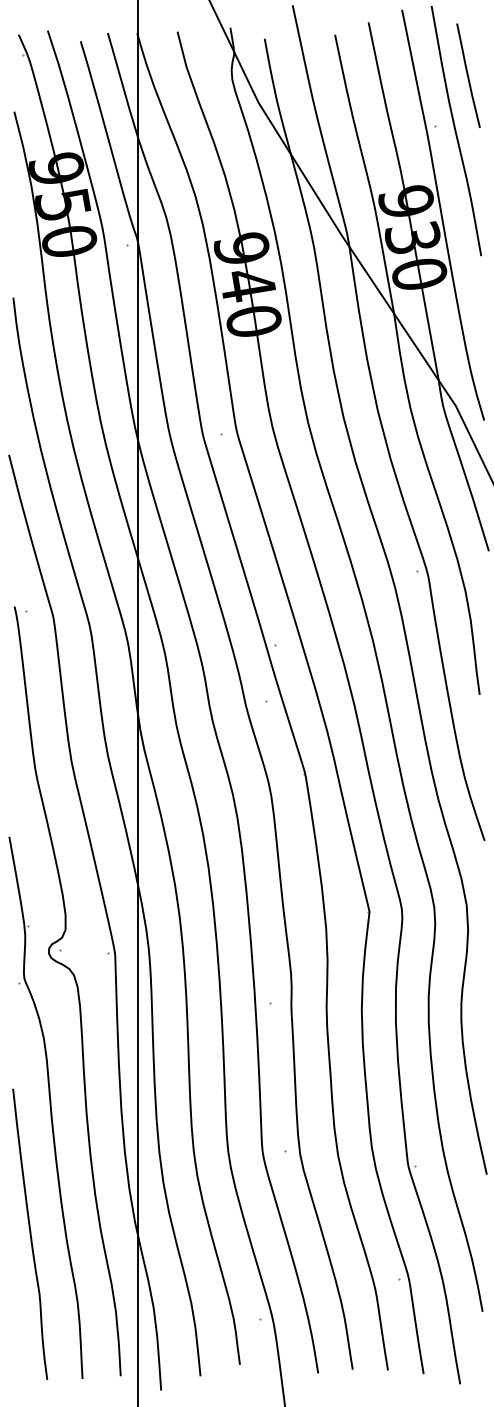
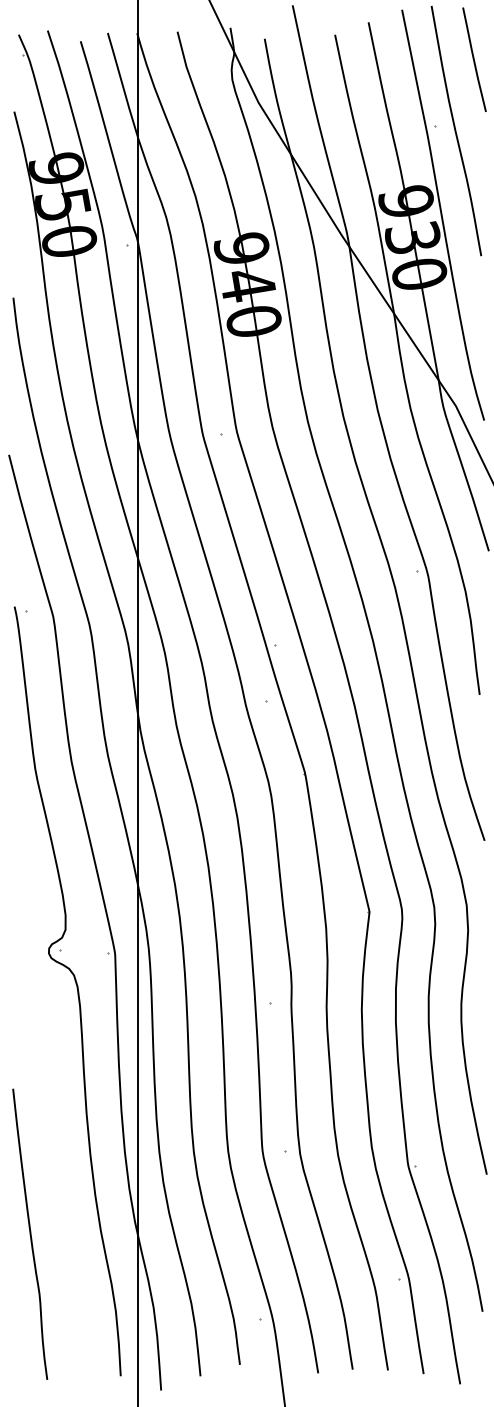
line at (468, 75) position: (468, 75) -> (474, 59)
part at (45, 1107): present -> none
